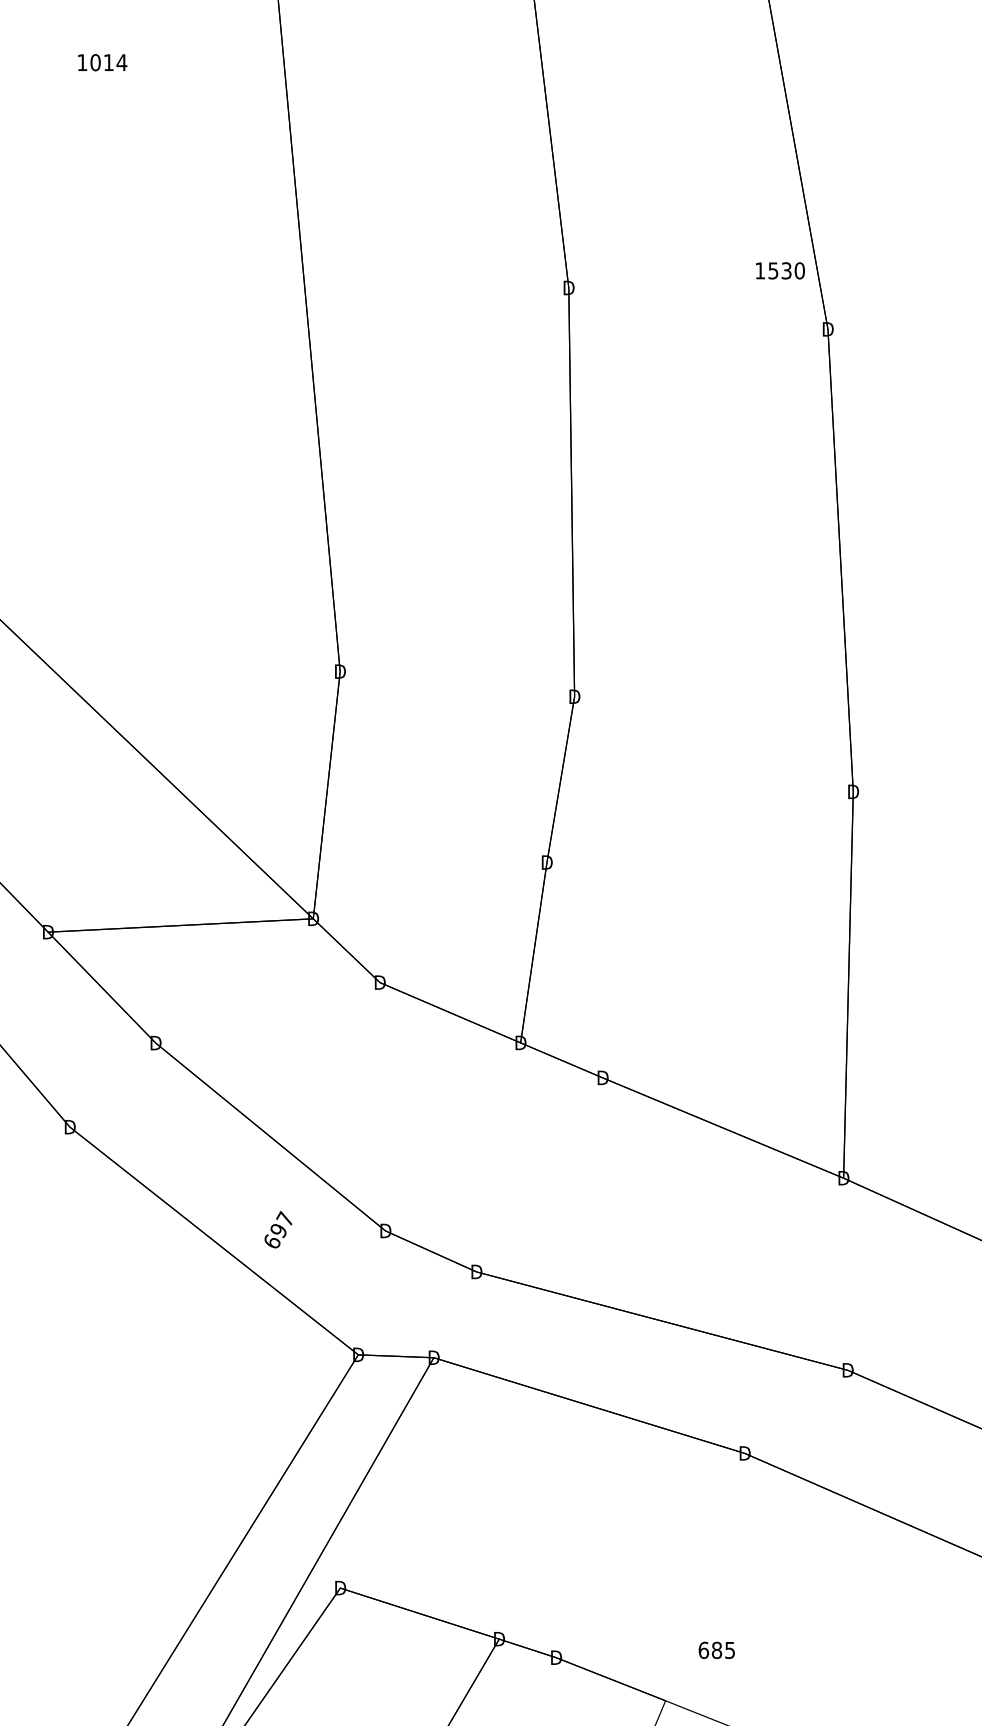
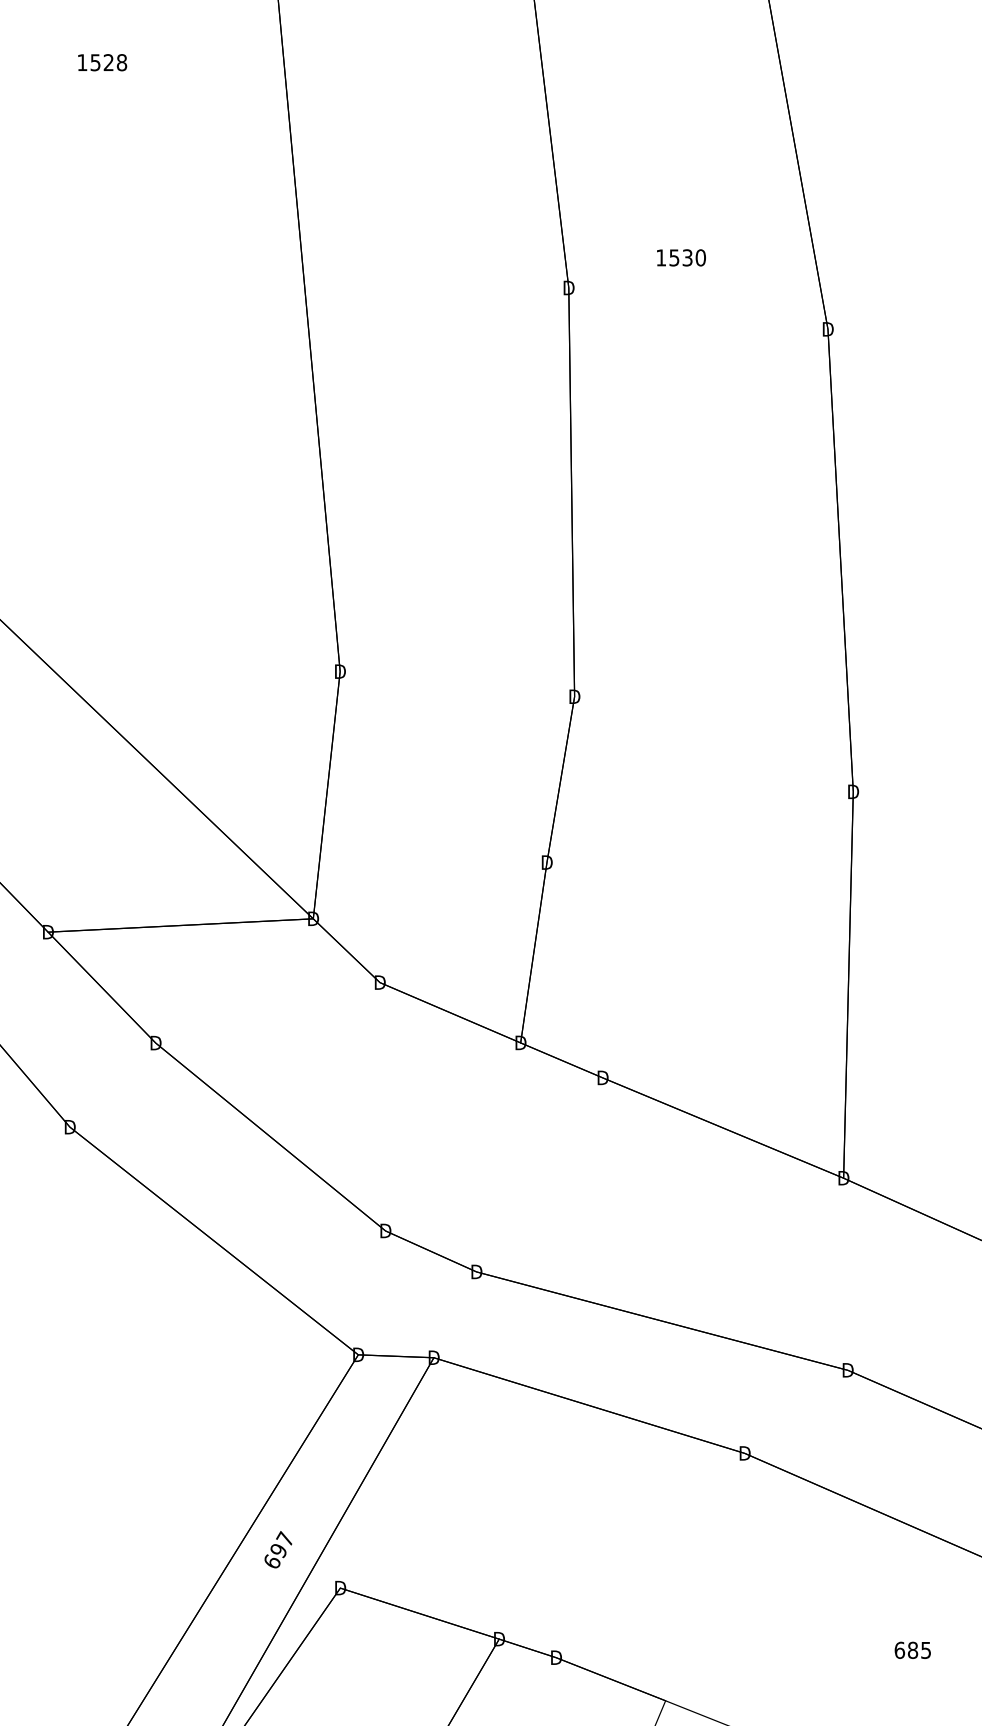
text at (108, 62): 1014 -> 1528
text at (780, 270) position: (780, 270) -> (681, 257)
text at (278, 1229) position: (278, 1229) -> (278, 1549)
text at (716, 1649) position: (716, 1649) -> (912, 1649)
